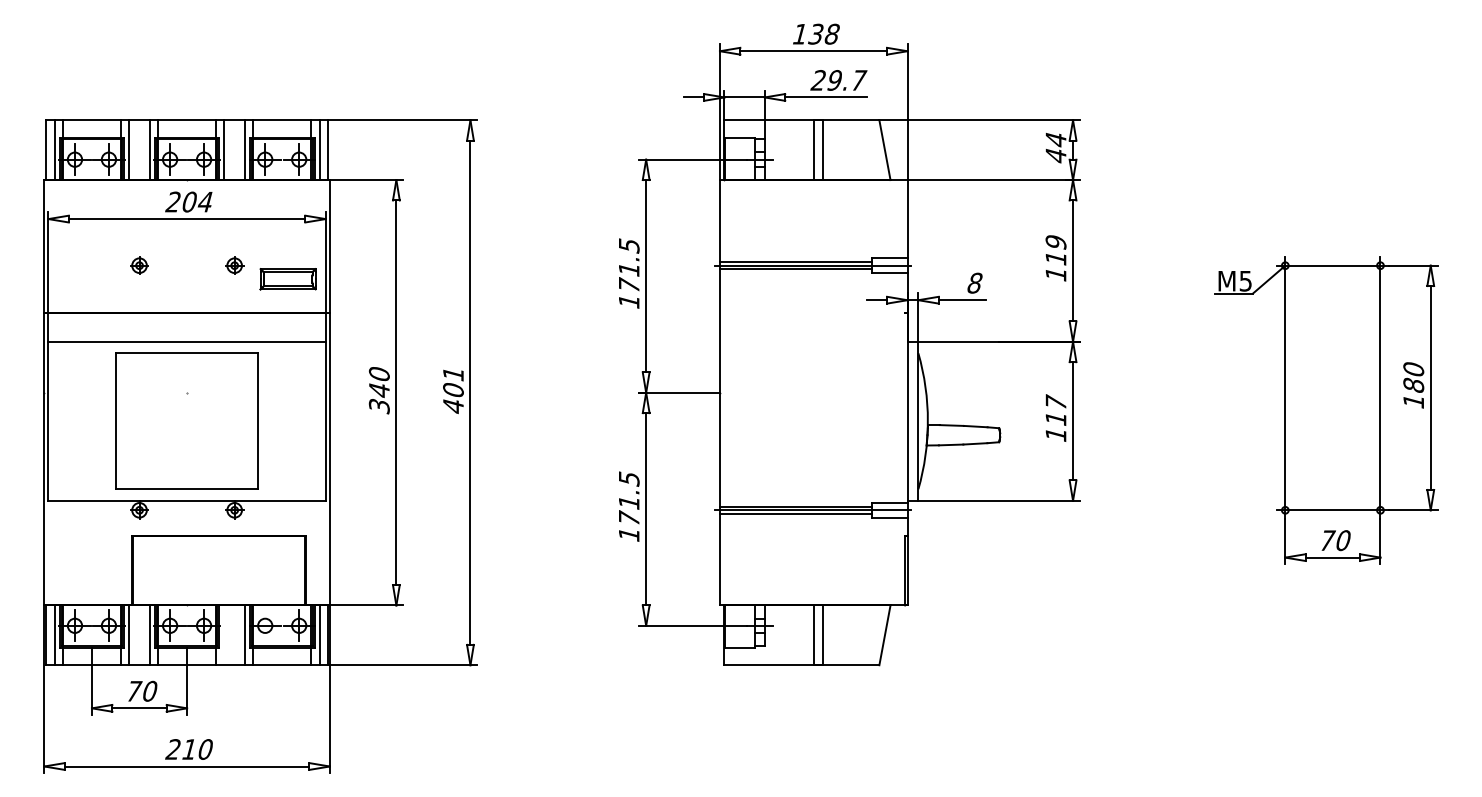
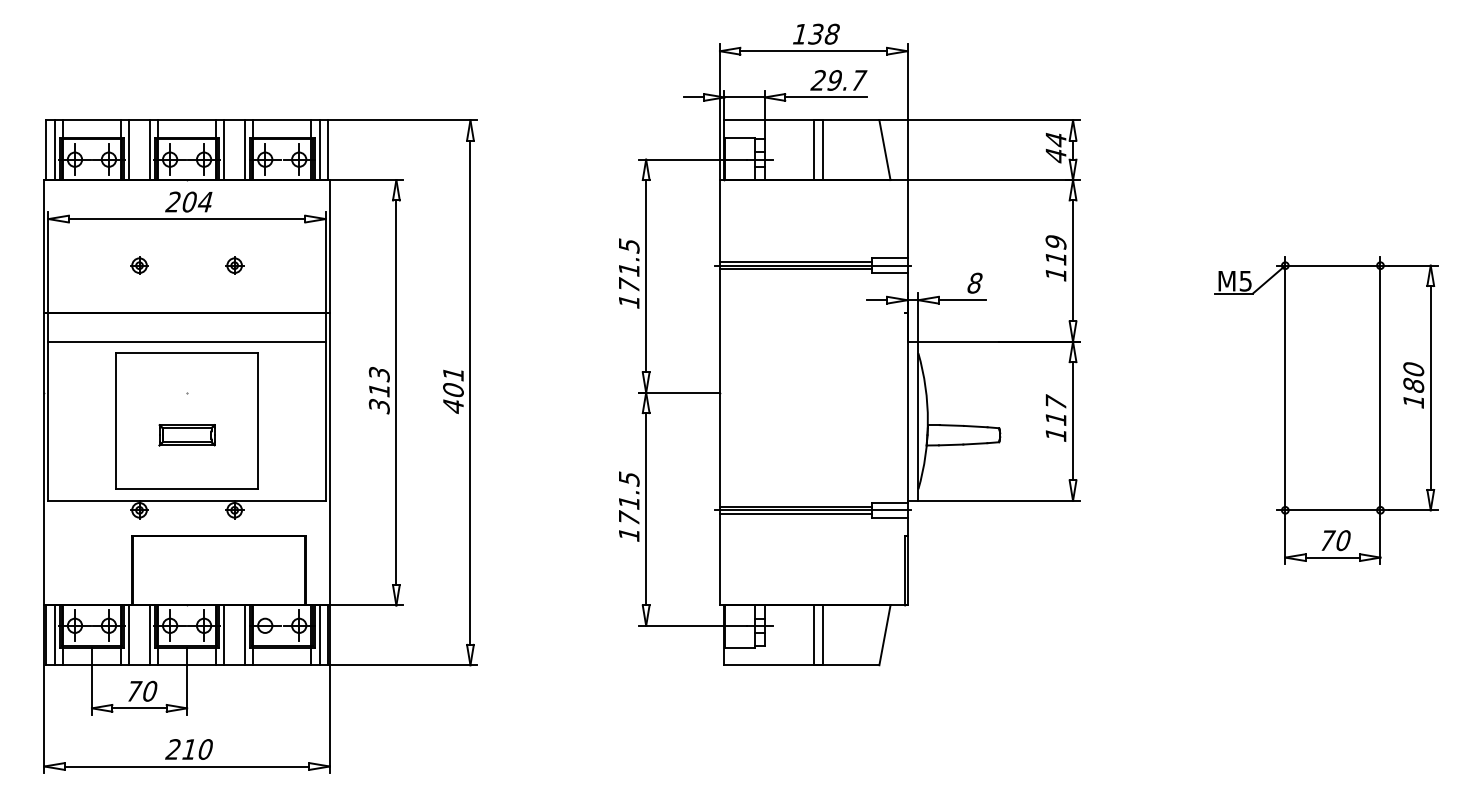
part at (287, 279) position: (287, 279) -> (186, 435)
text at (378, 382): 340 -> 313
line at (224, 635): none -> present
